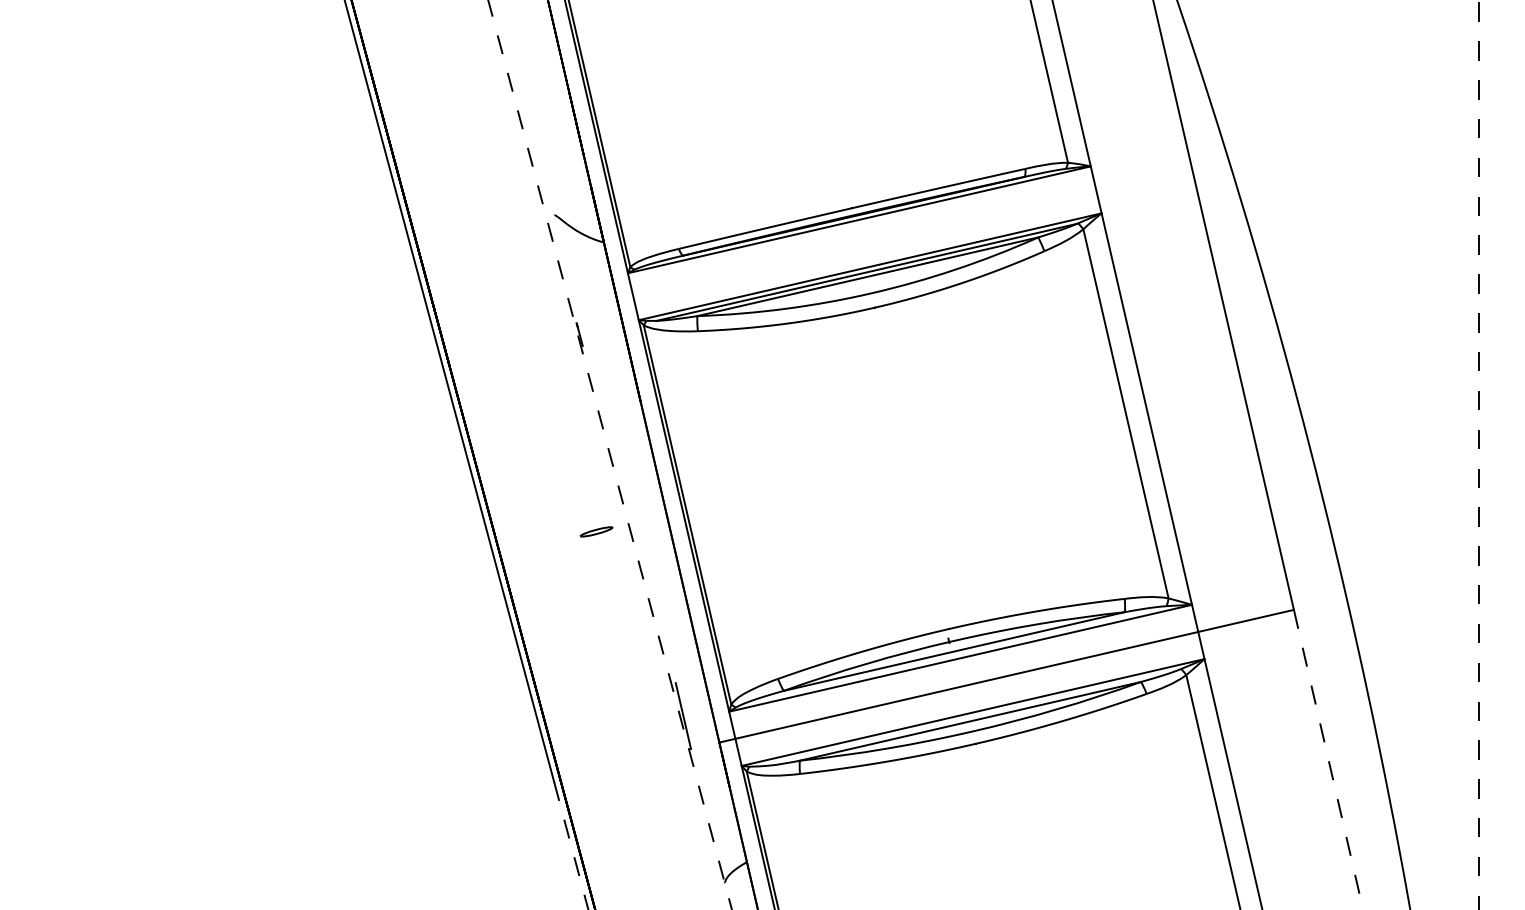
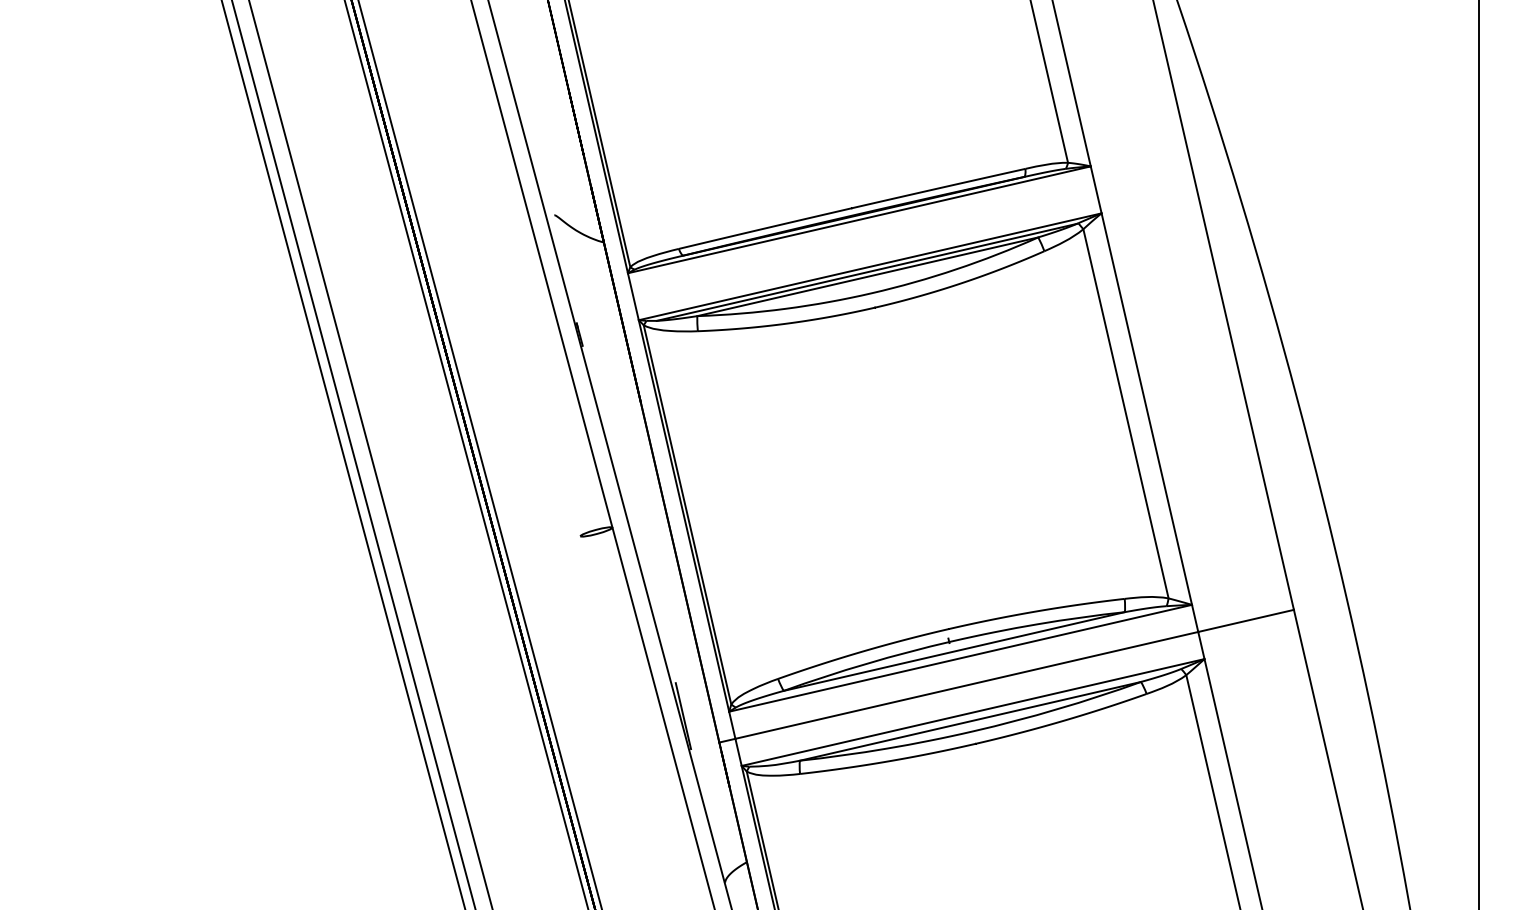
line at (343, 454): none -> present
line at (353, 454): none -> present
line at (370, 454): none -> present
line at (479, 454): none -> present
line at (592, 454): none -> present
line at (1479, 454): dashed -> solid
line at (610, 455): dashed -> solid
line at (1328, 759): dashed -> solid
line at (571, 845): dashed -> solid
